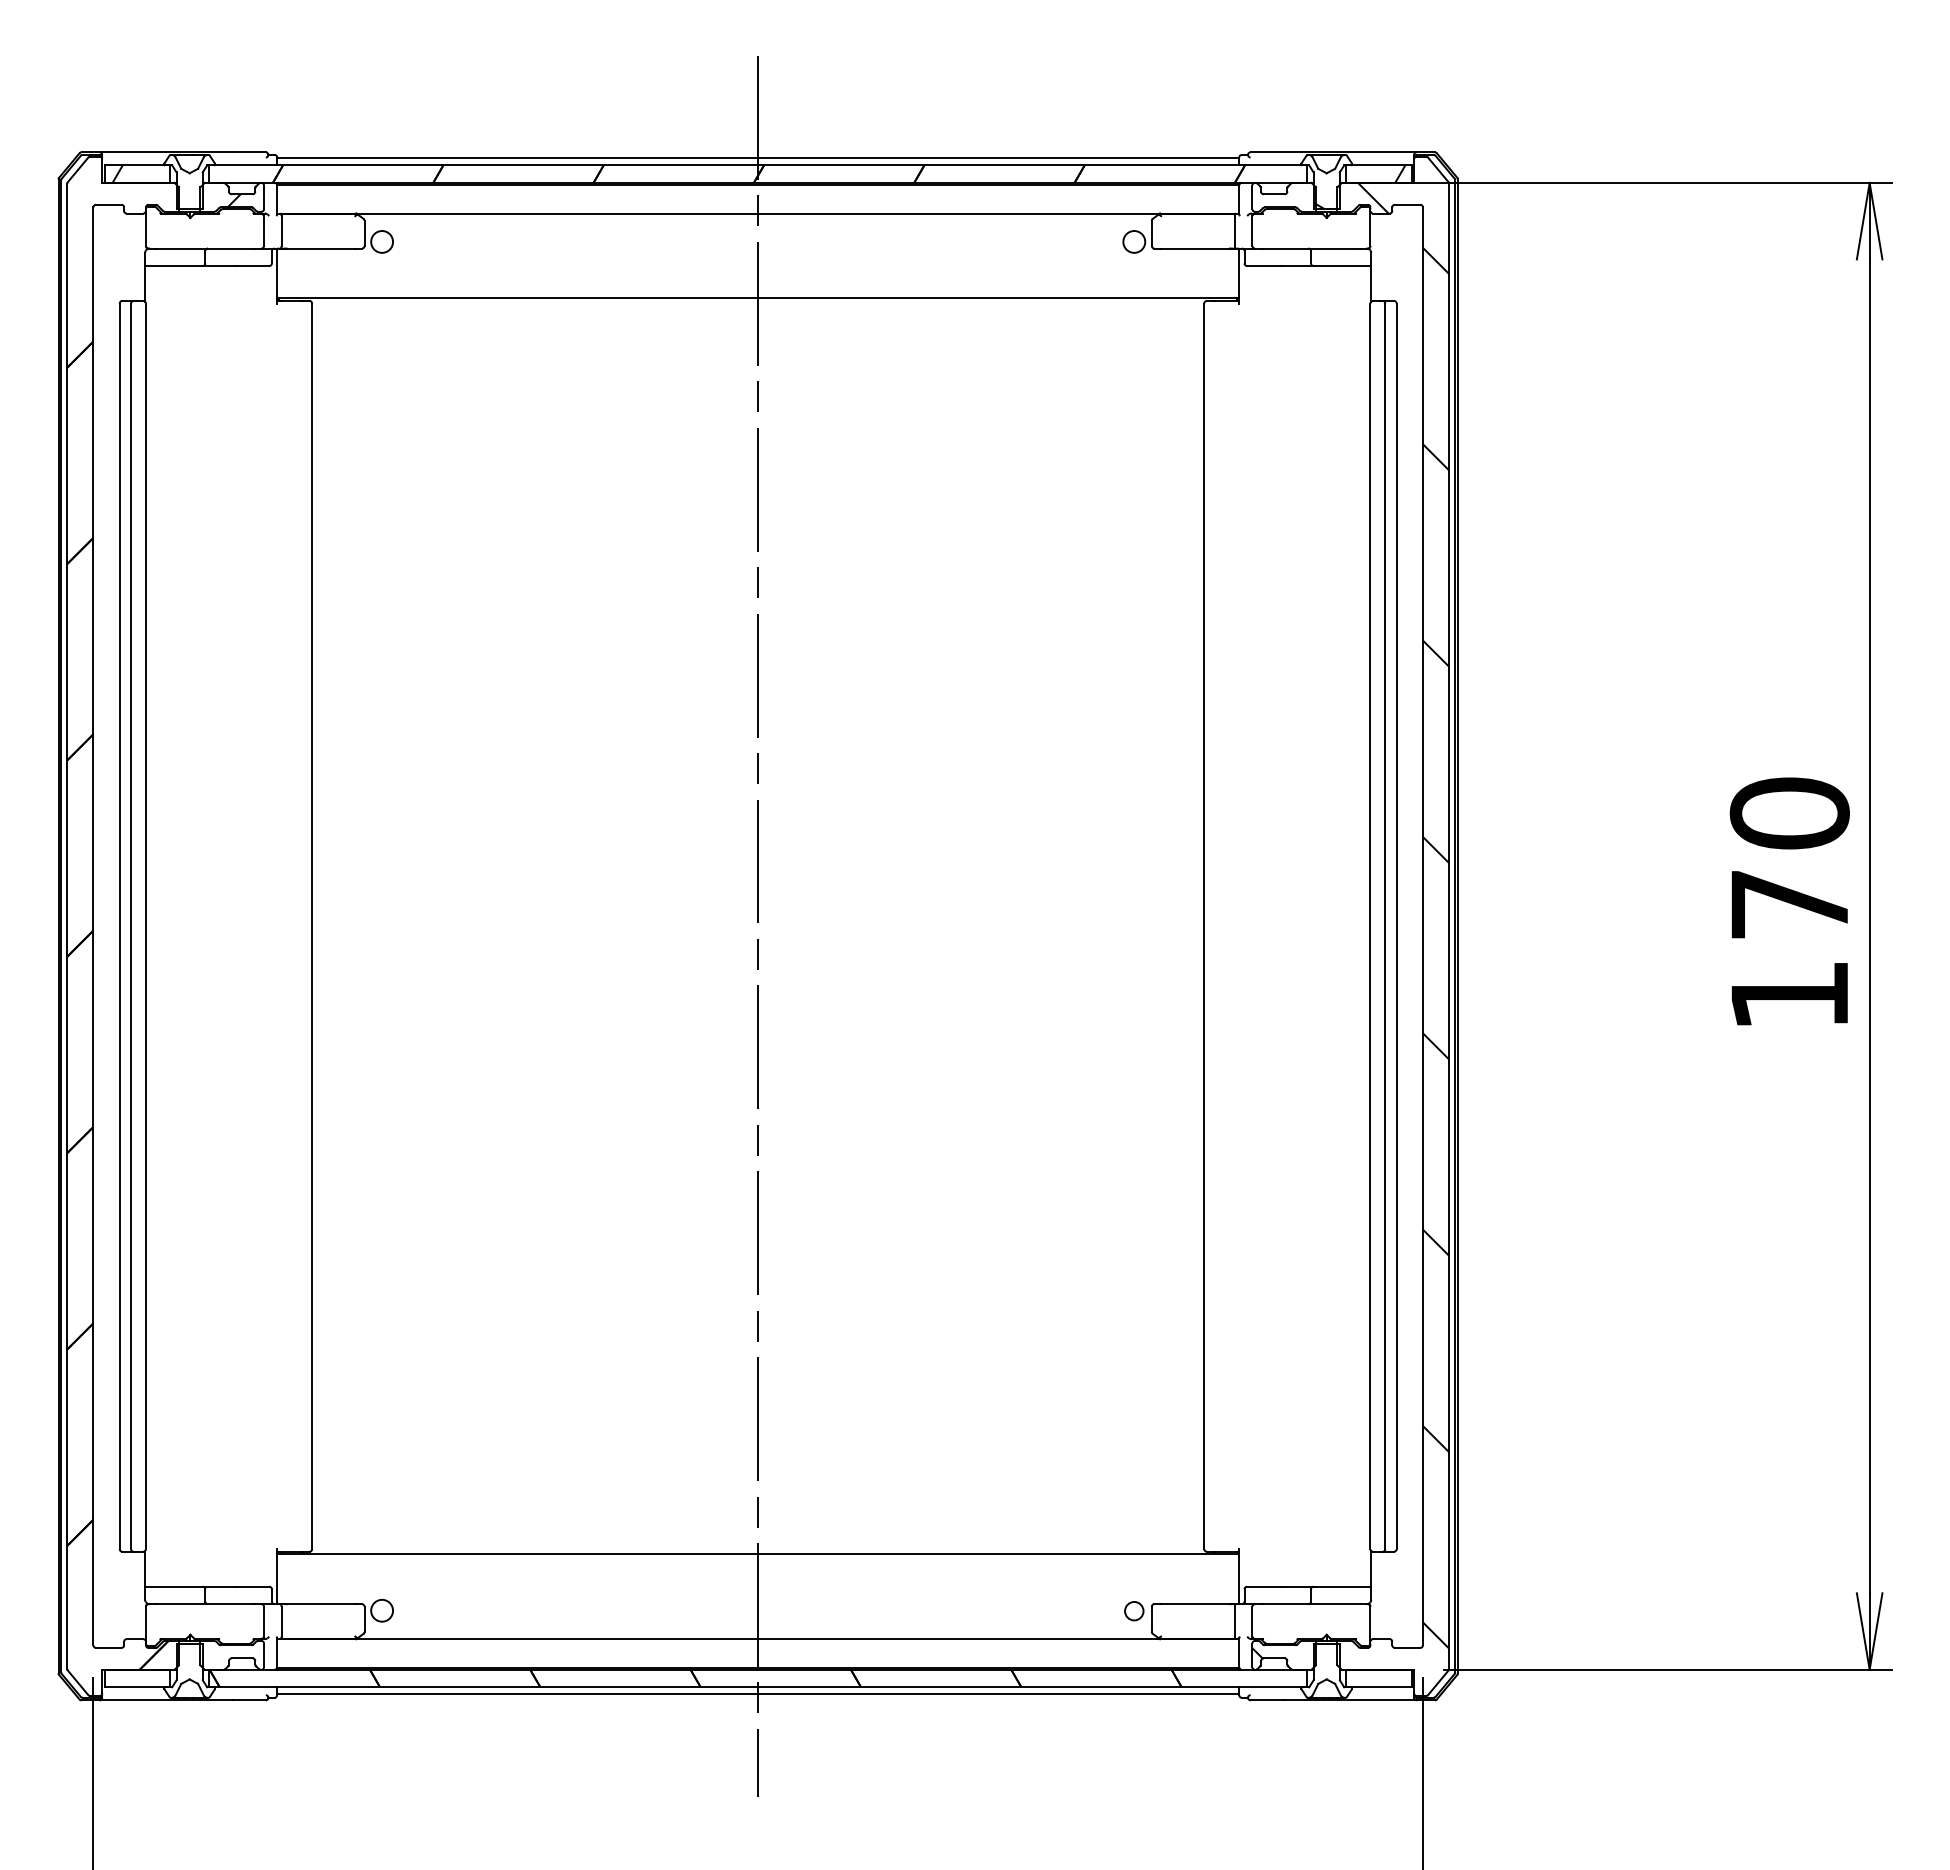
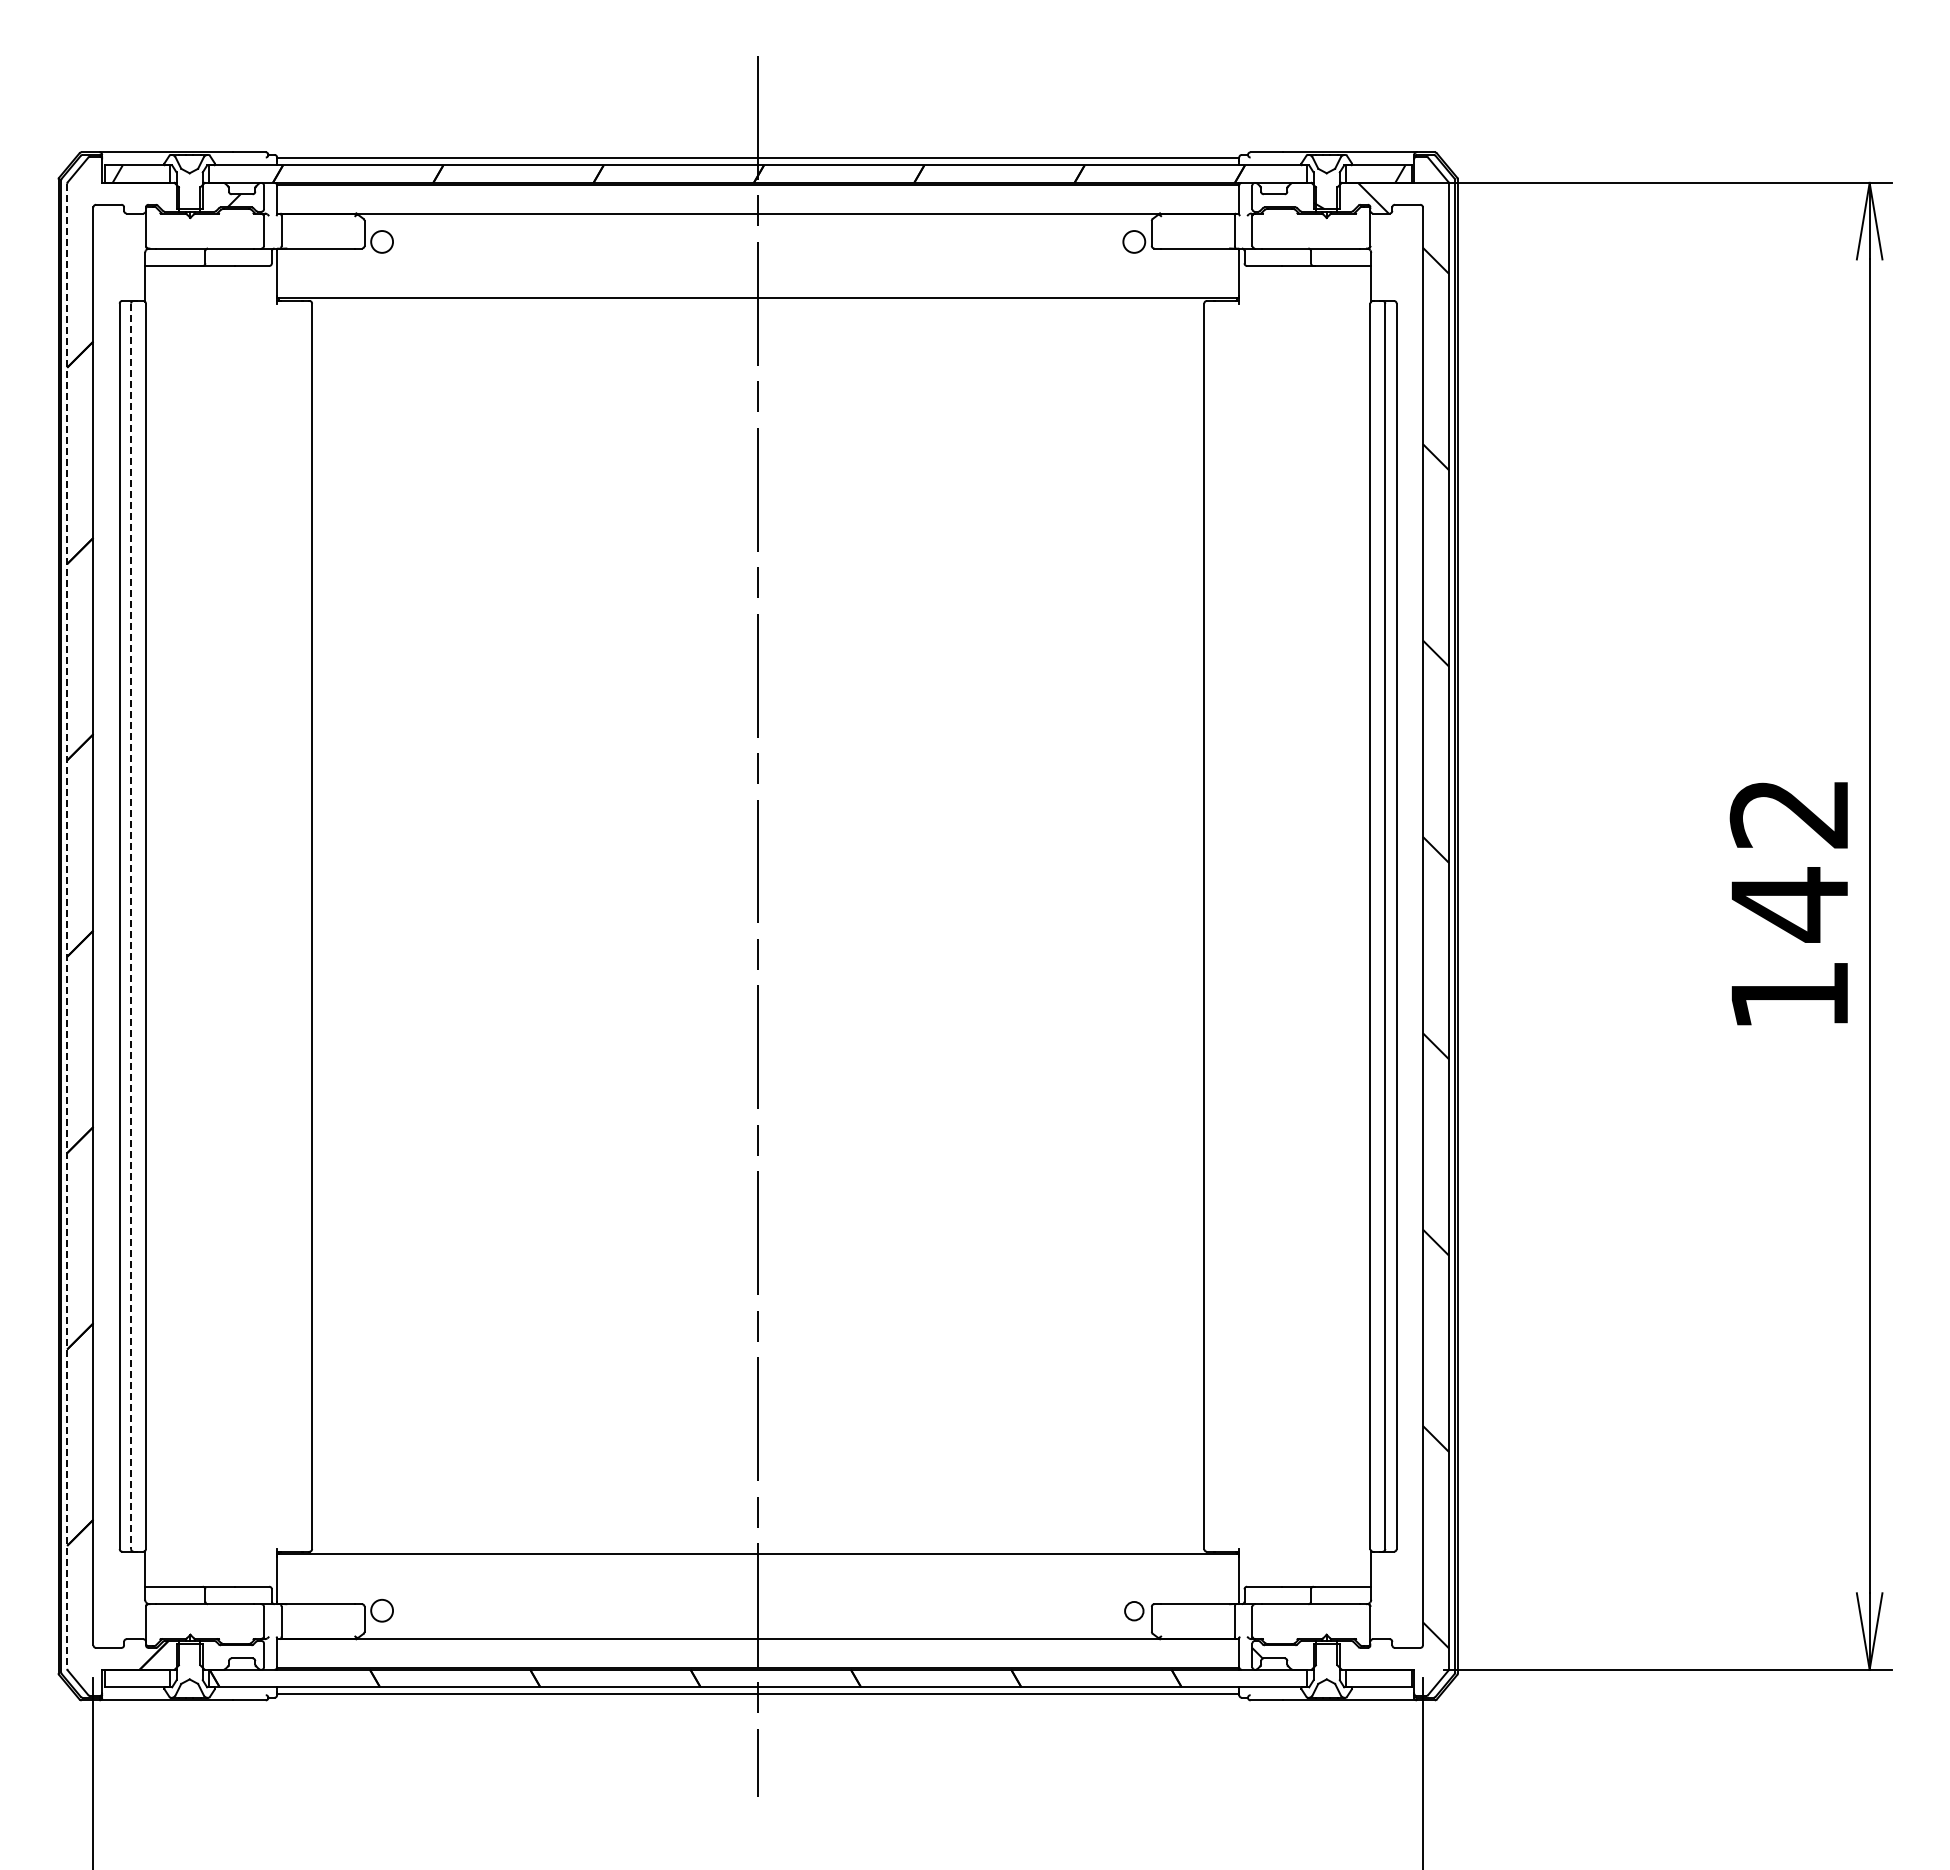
text at (1789, 859): 170 -> 142
line at (67, 926): solid -> dashed
line at (131, 926): solid -> dashed
